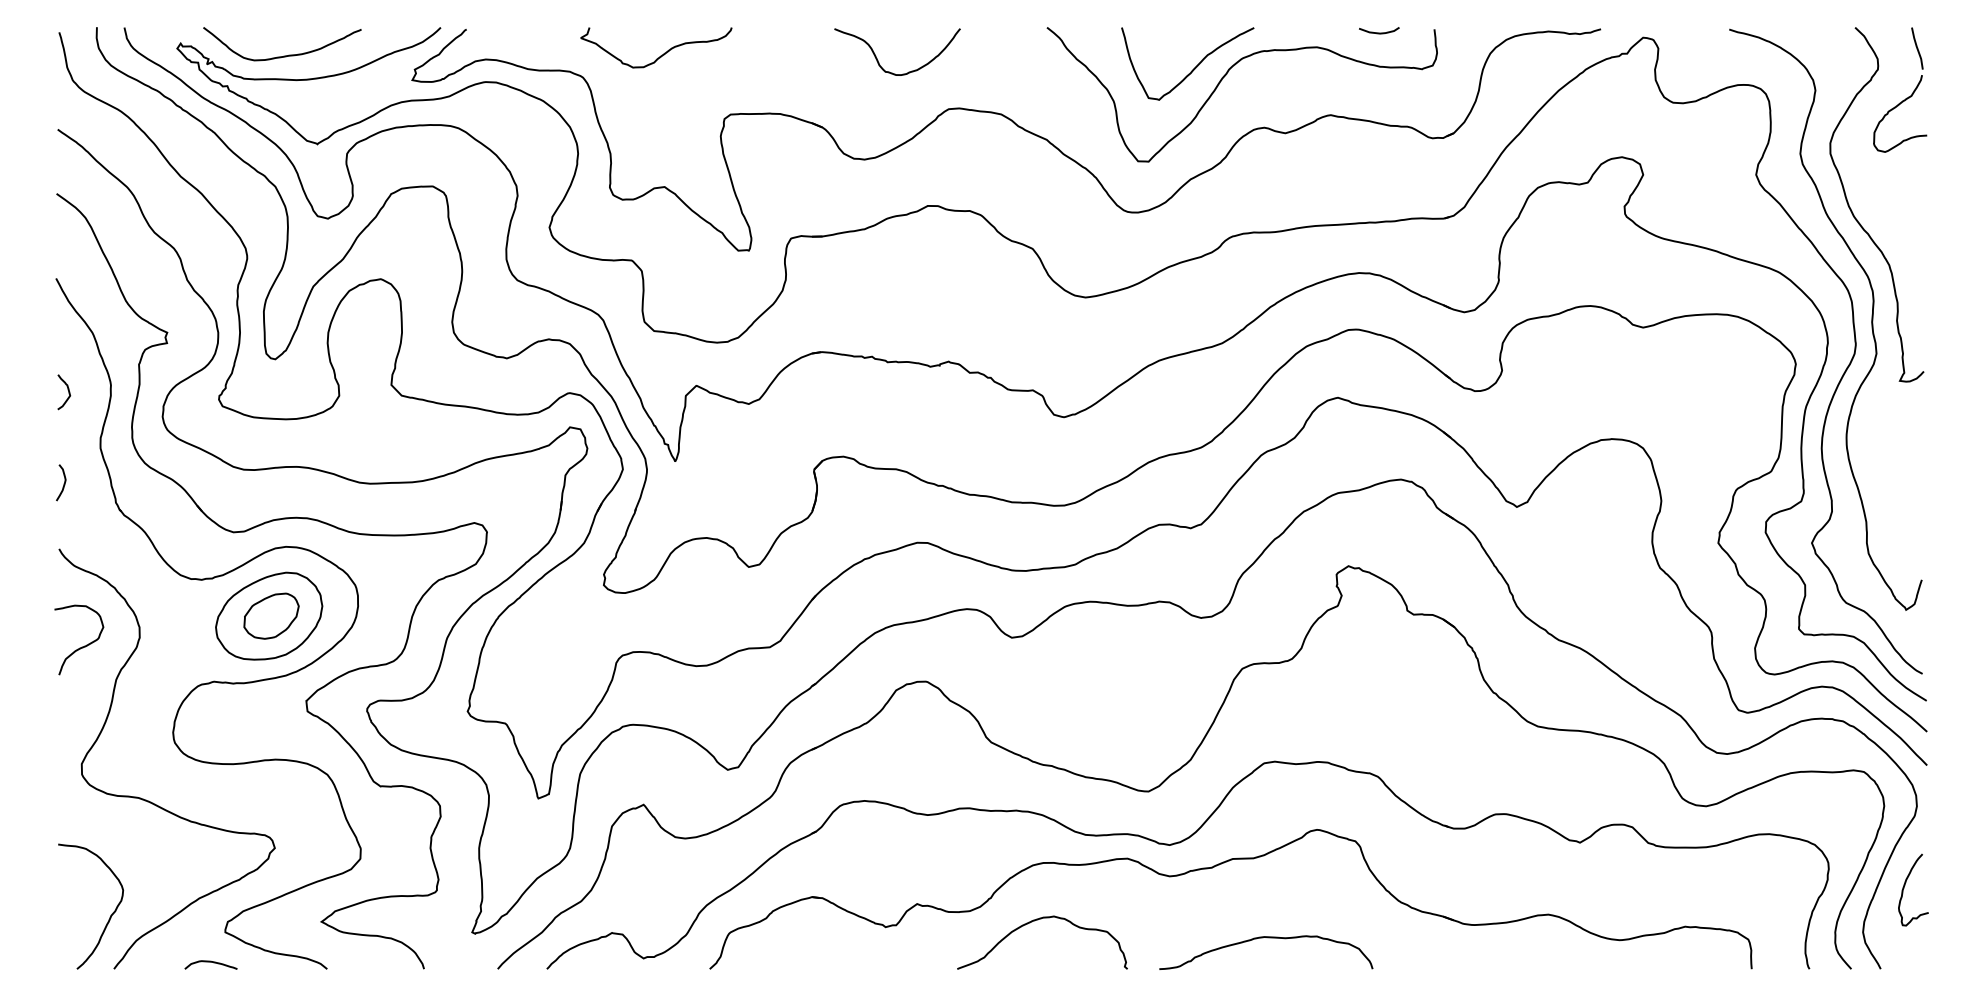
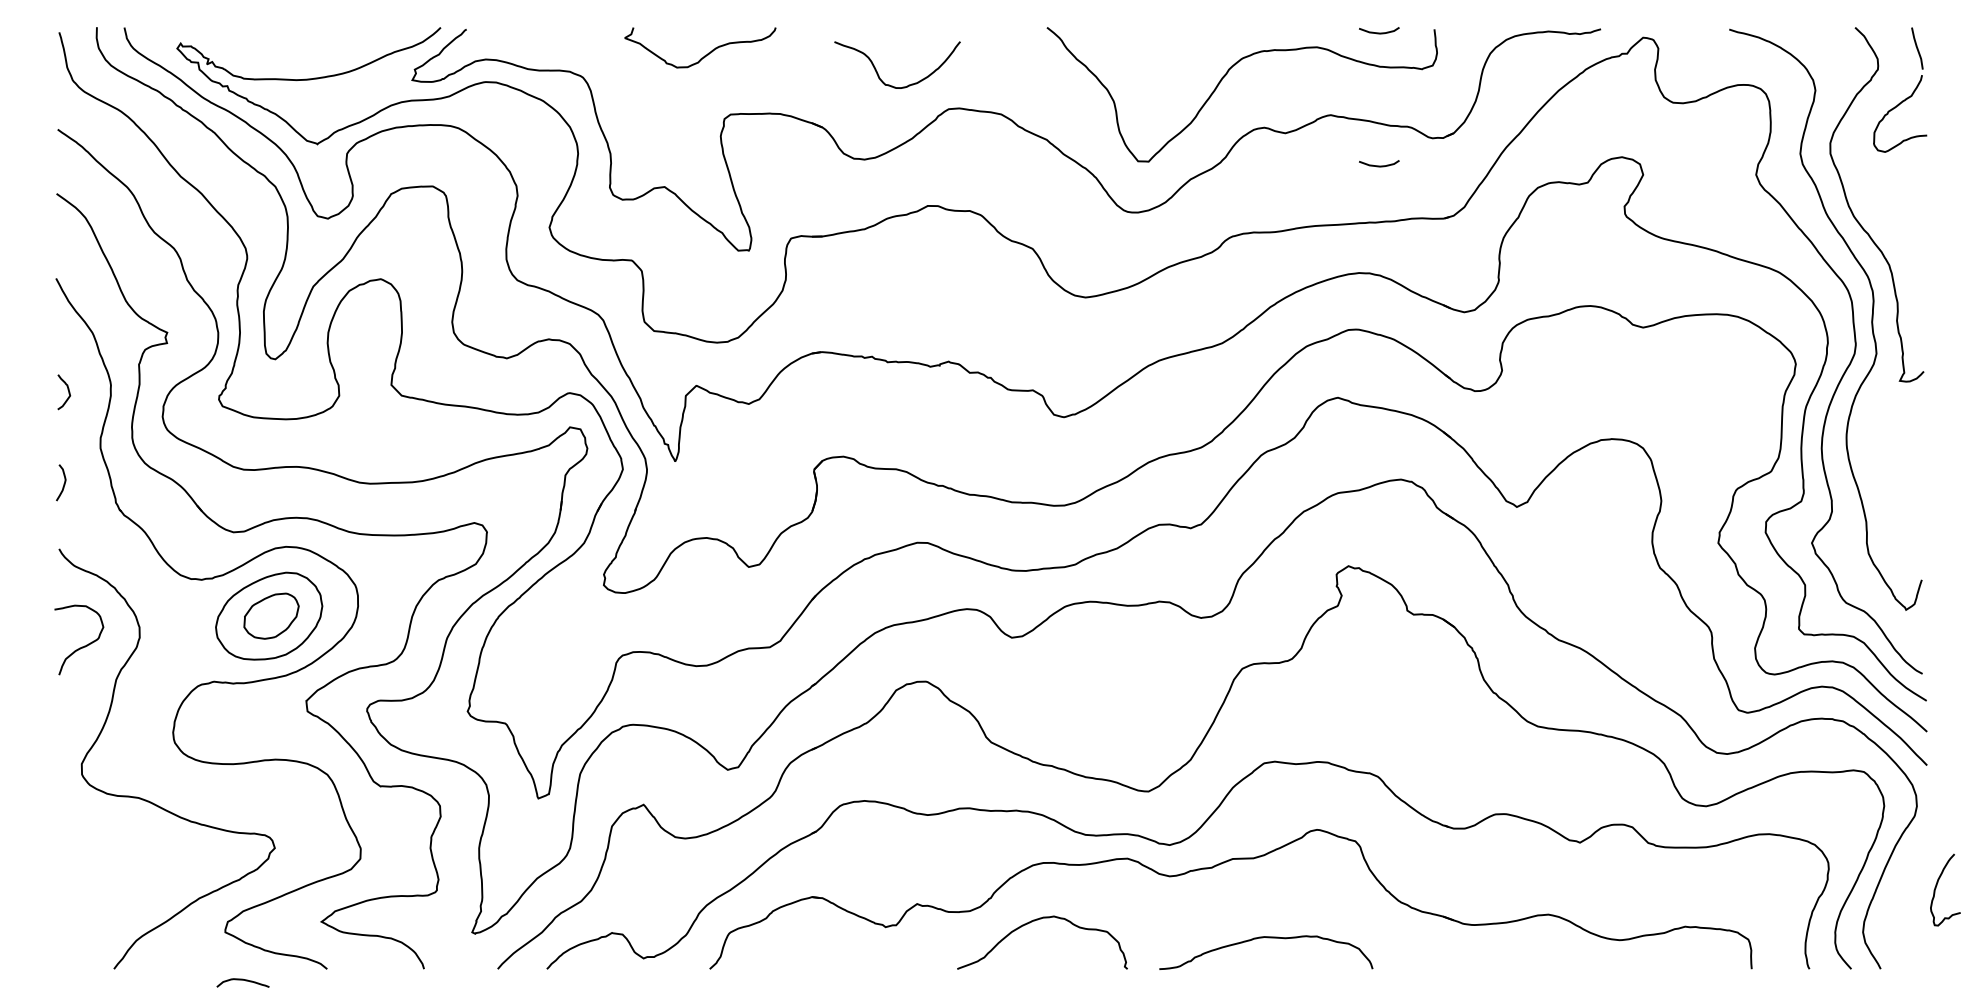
curve at (283, 55): present -> none
curve at (660, 55) position: (660, 55) -> (704, 55)
curve at (878, 60) position: (878, 60) -> (878, 73)
curve at (1193, 68): present -> none
curve at (1379, 165): none -> present
curve at (1905, 885) position: (1905, 885) -> (1937, 885)
curve at (110, 915): present -> none
curve at (210, 962) position: (210, 962) -> (242, 980)
